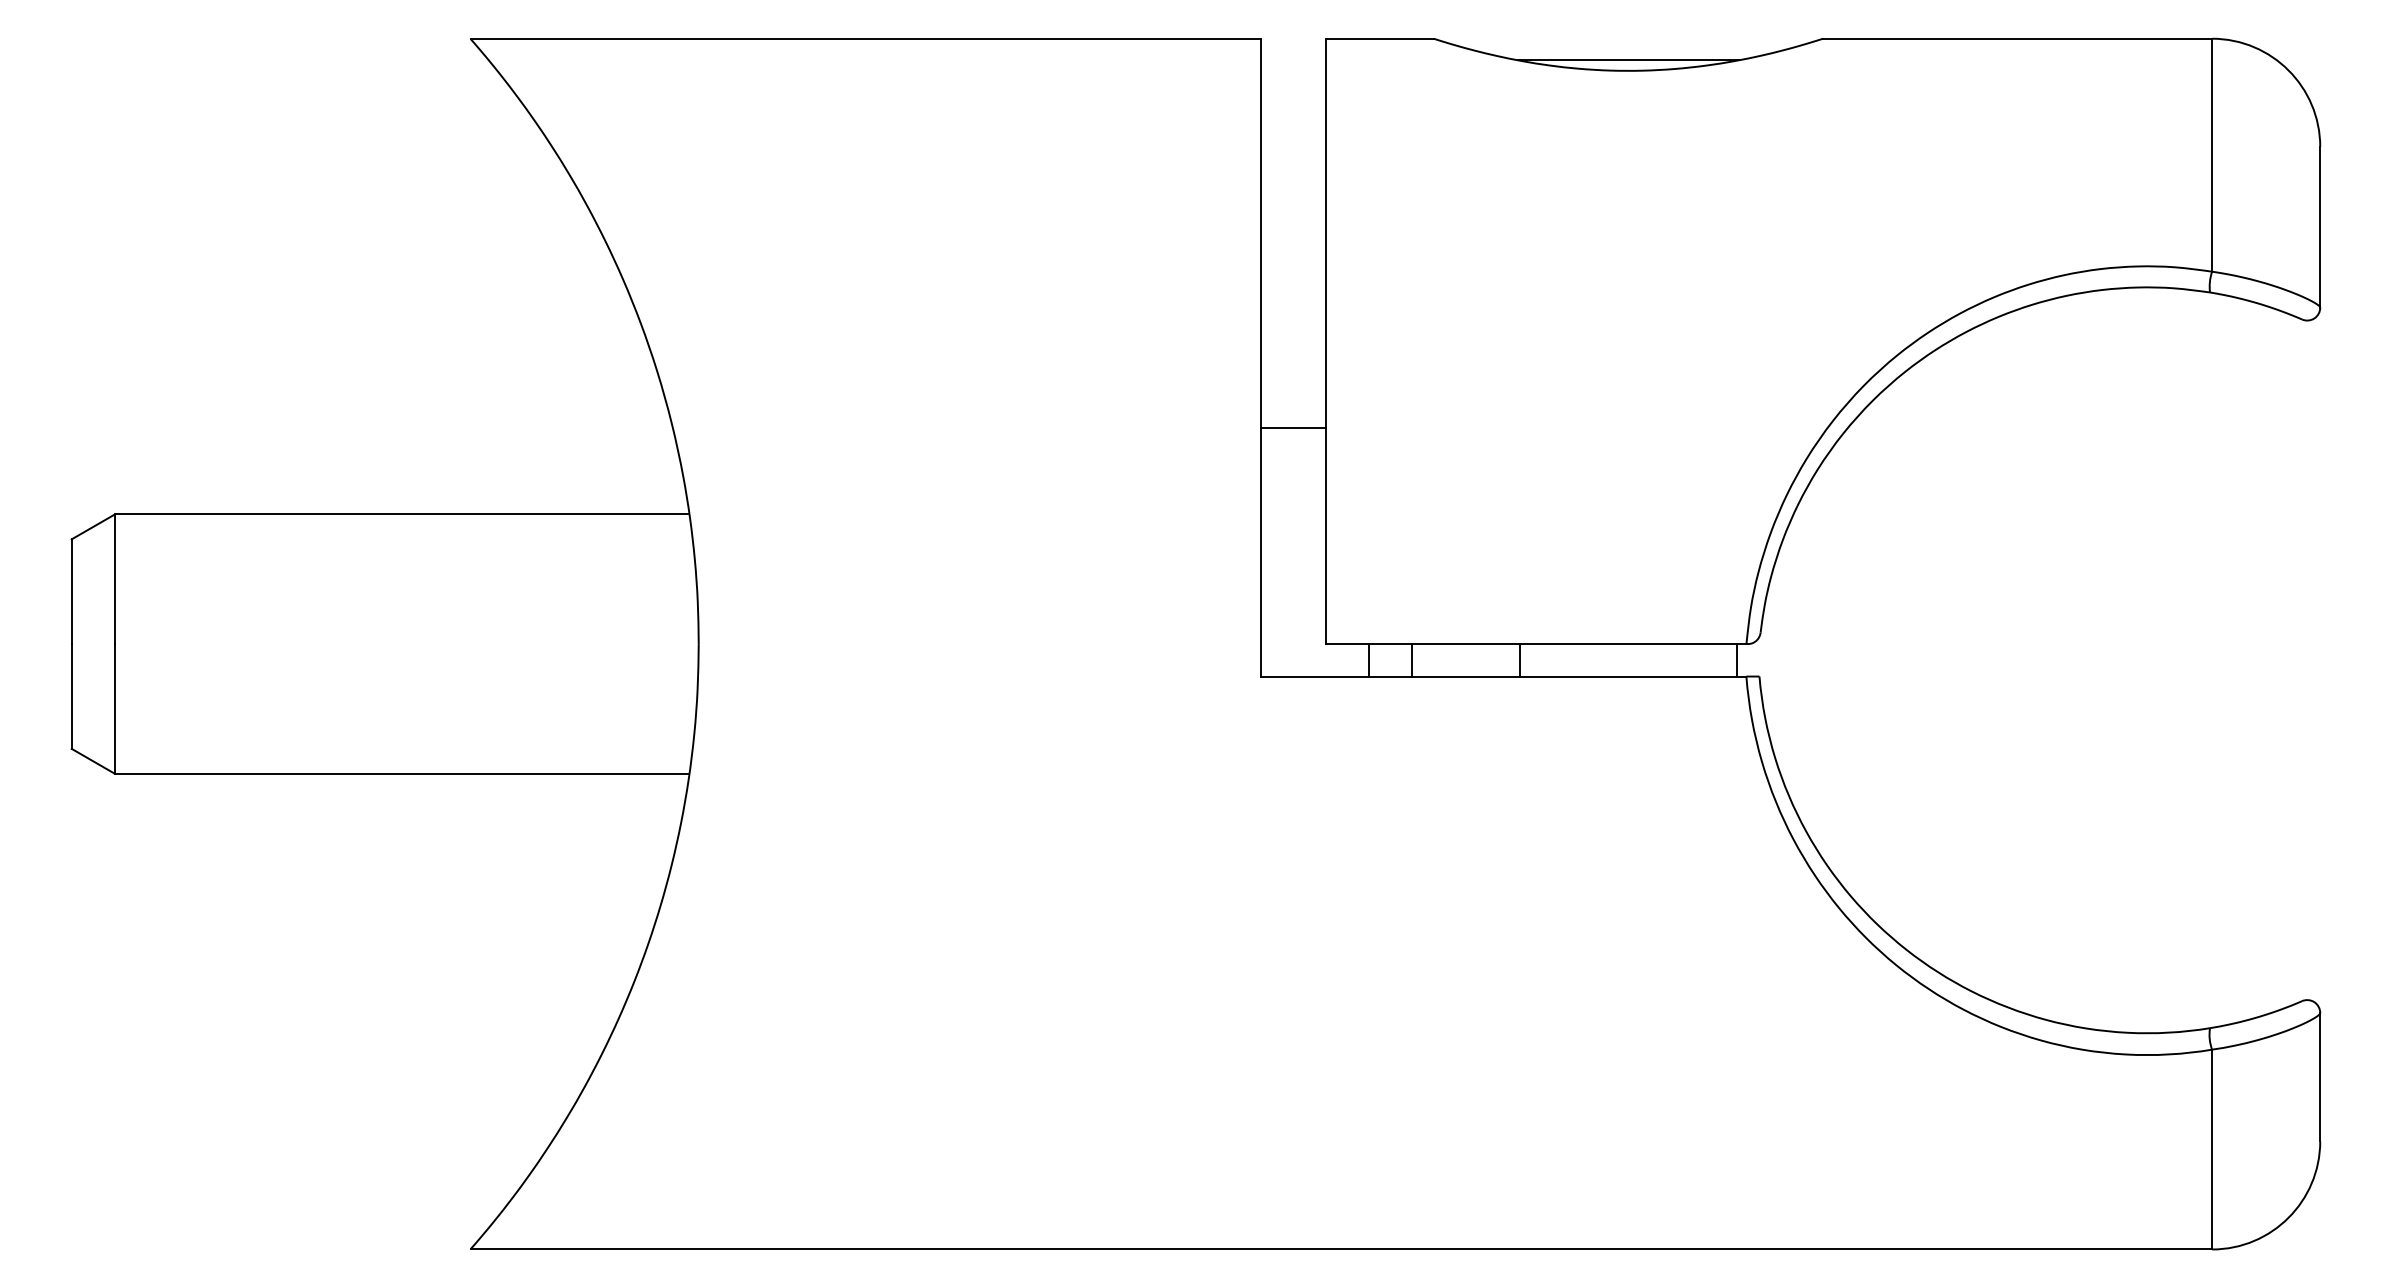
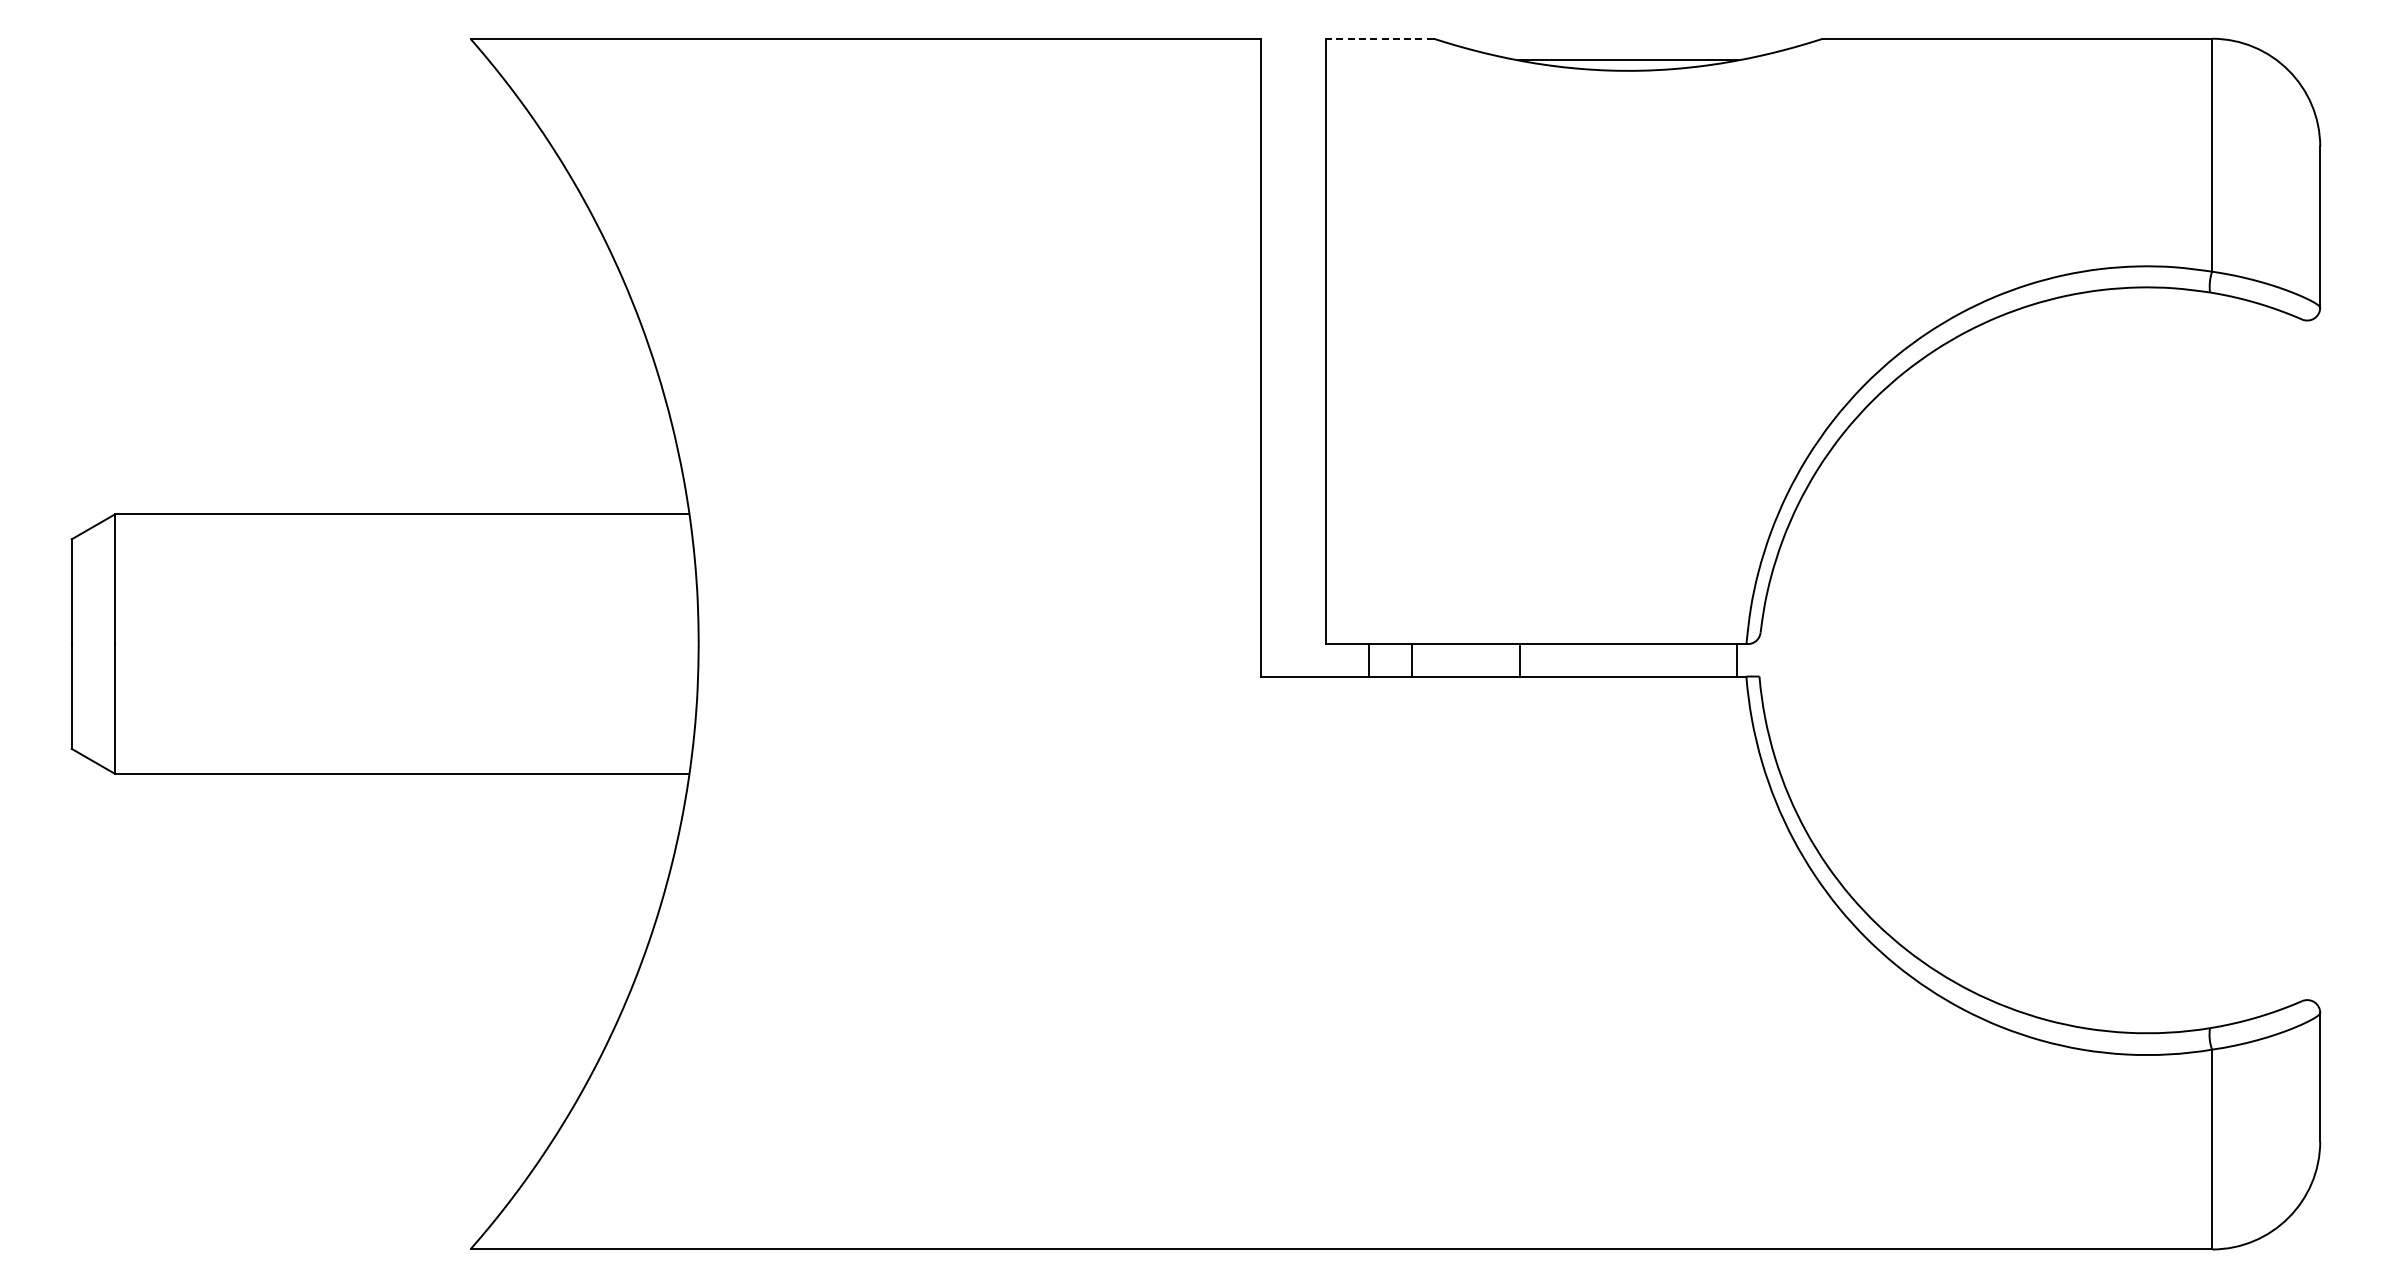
line at (1379, 38): solid -> dashed
line at (1292, 427): present -> none
